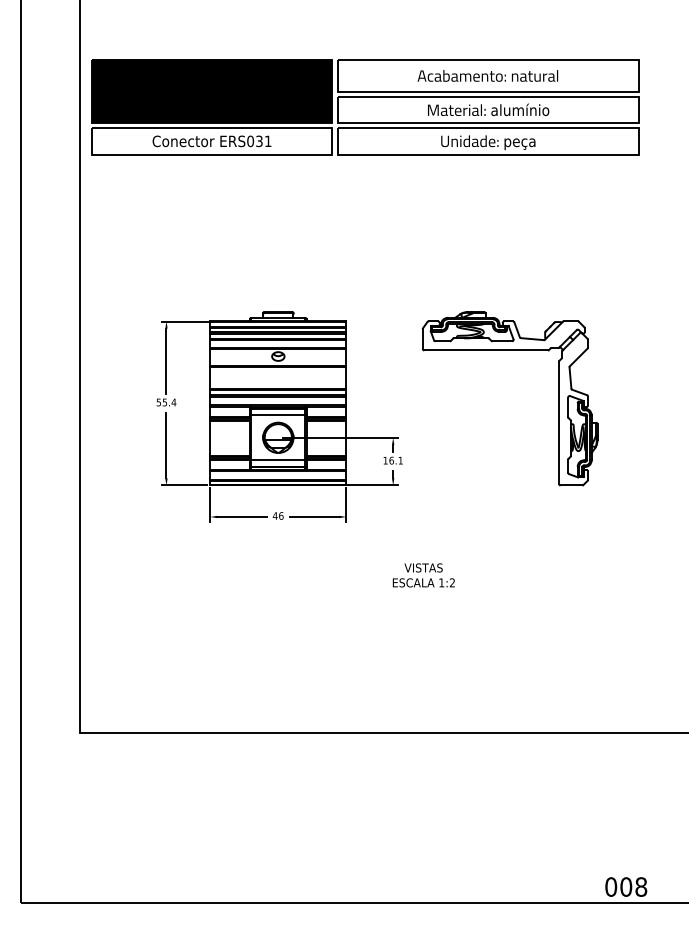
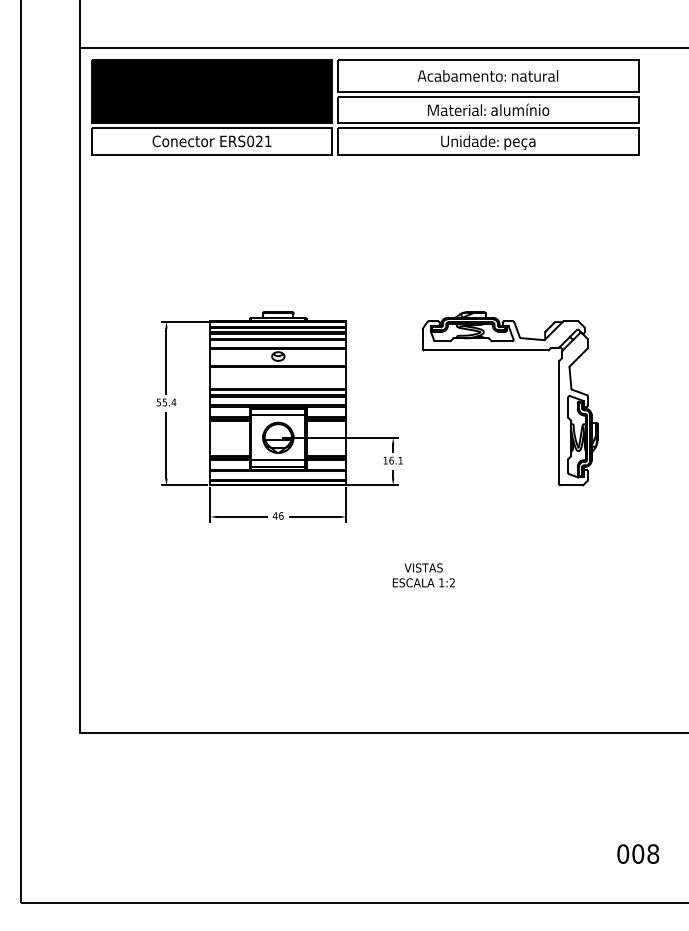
line at (382, 47): none -> present
text at (259, 141): ERS031 -> ERS021
text at (626, 886) position: (626, 886) -> (638, 853)
